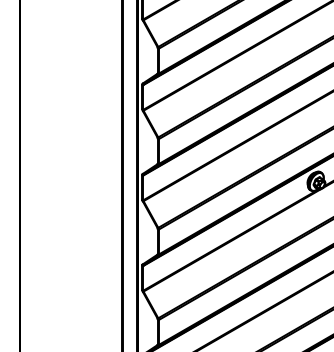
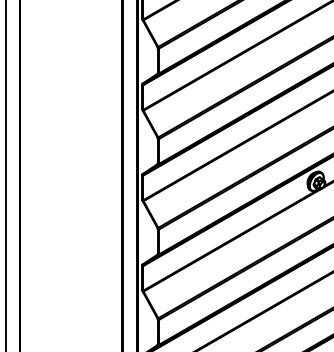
line at (5, 175): none -> present
